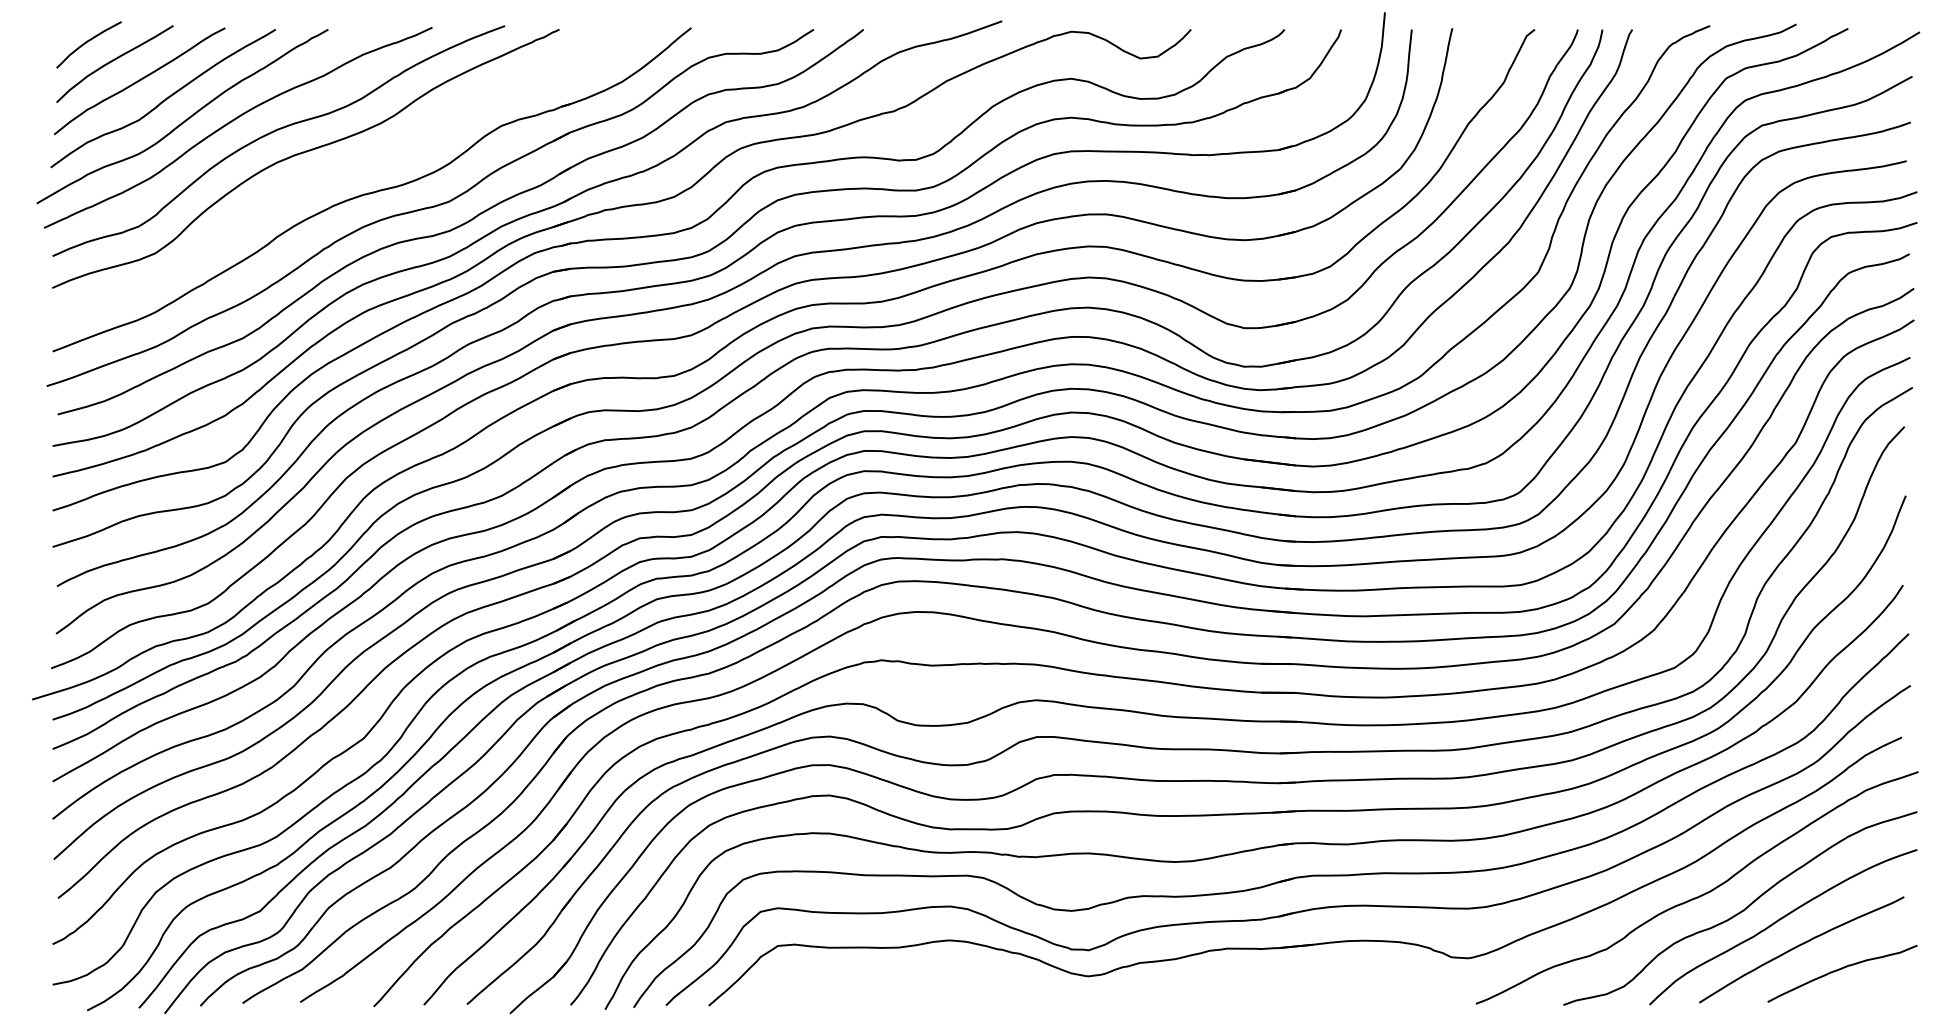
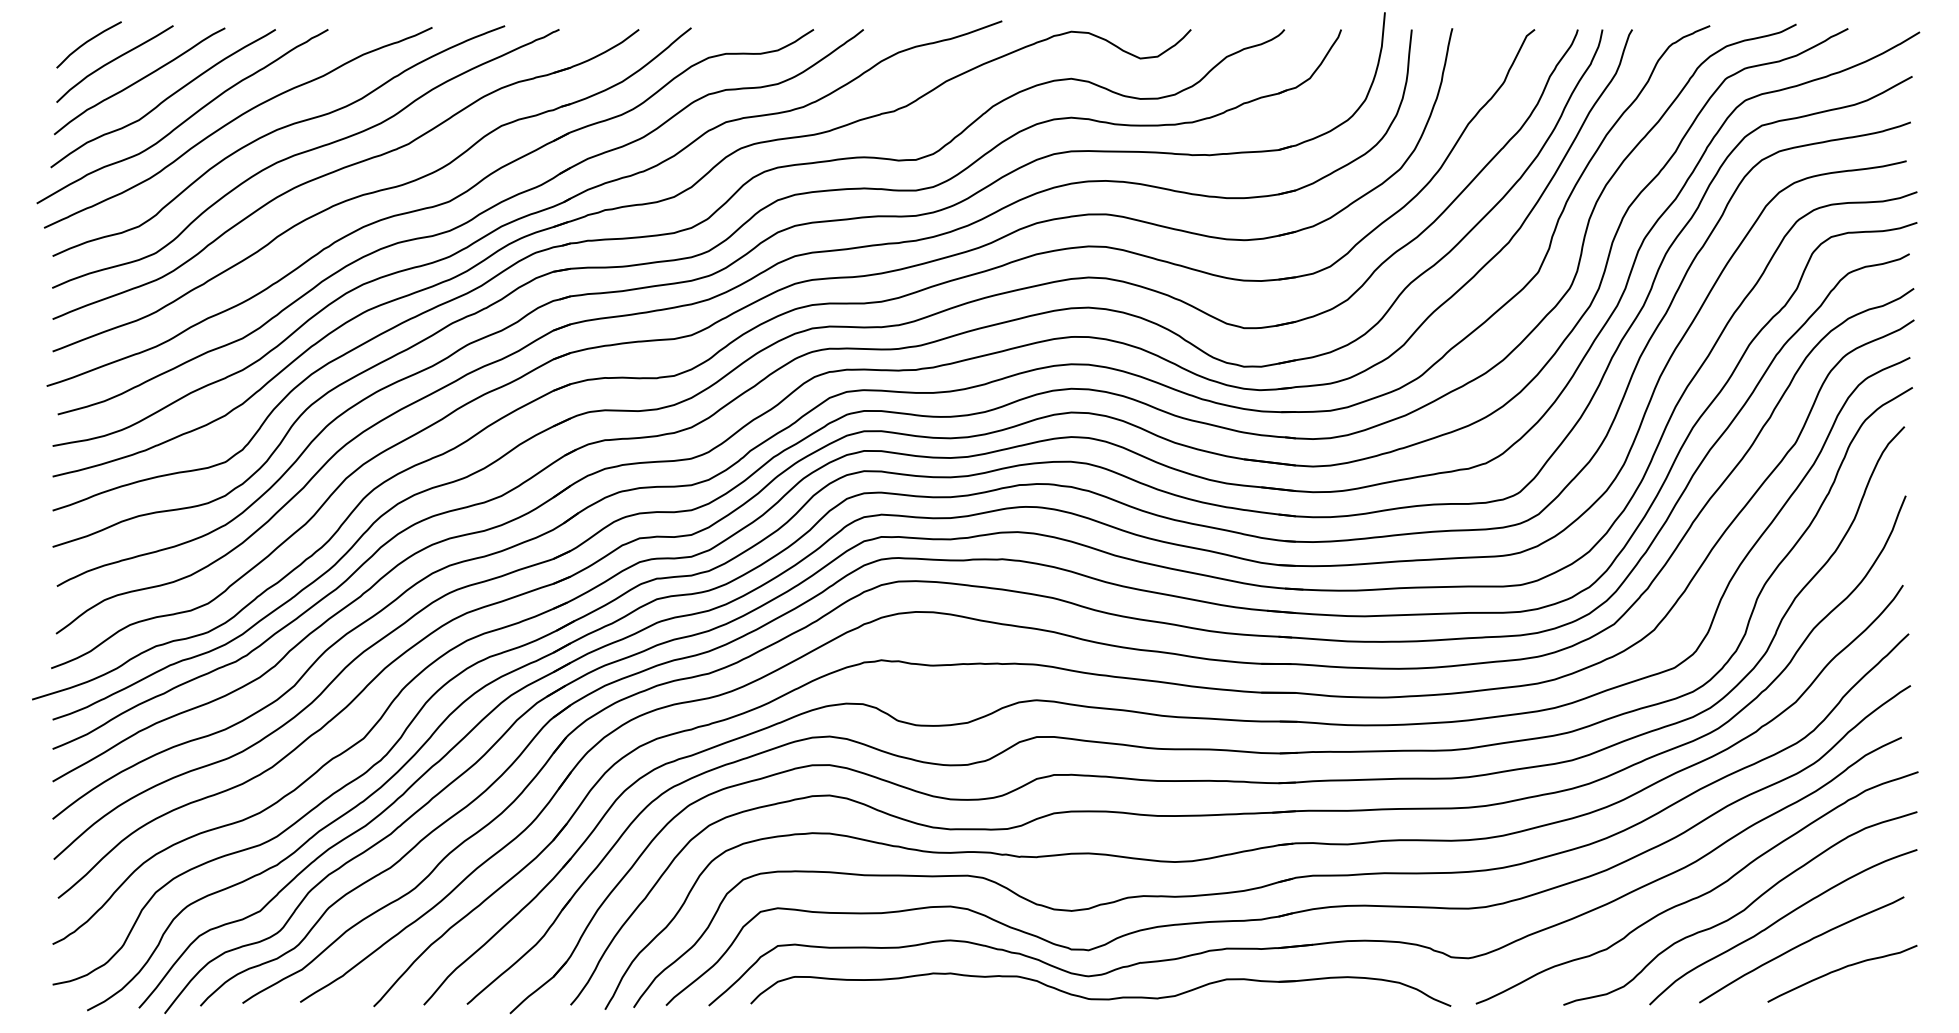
part at (345, 174): none -> present
part at (1100, 998): none -> present
